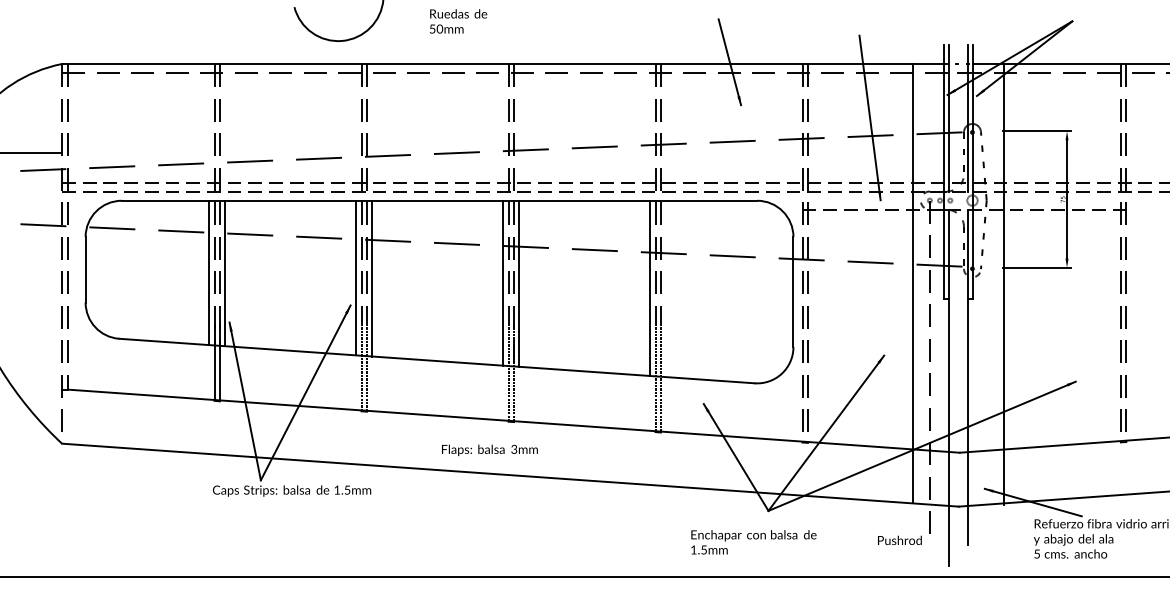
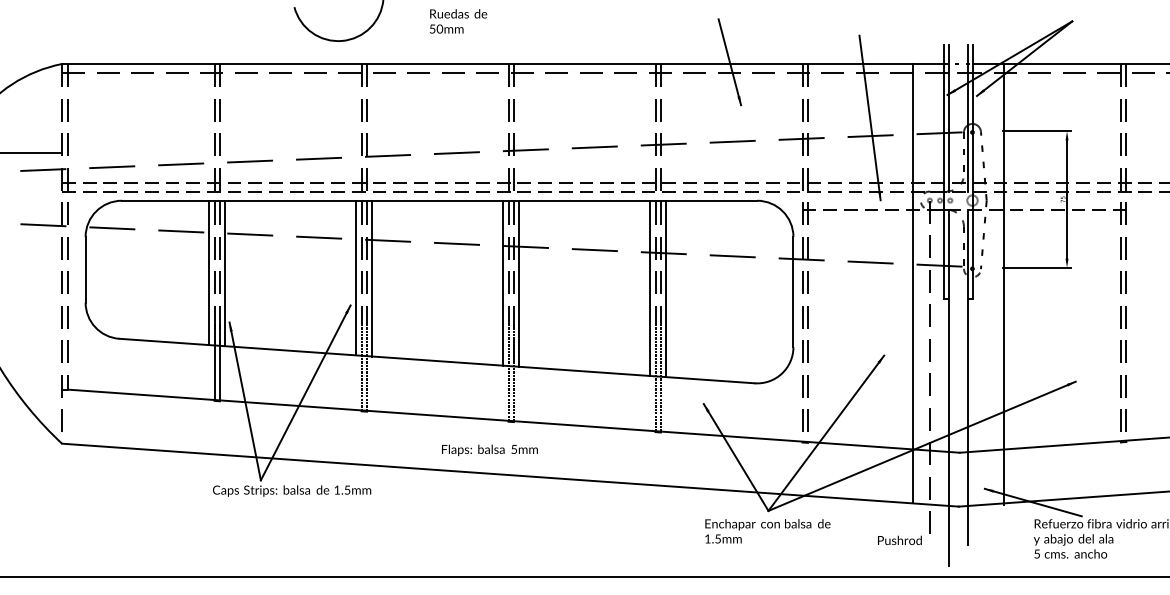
line at (666, 288): none -> present
text at (514, 449): 3mm -> 5mm
text at (753, 542) position: (753, 542) -> (767, 531)
